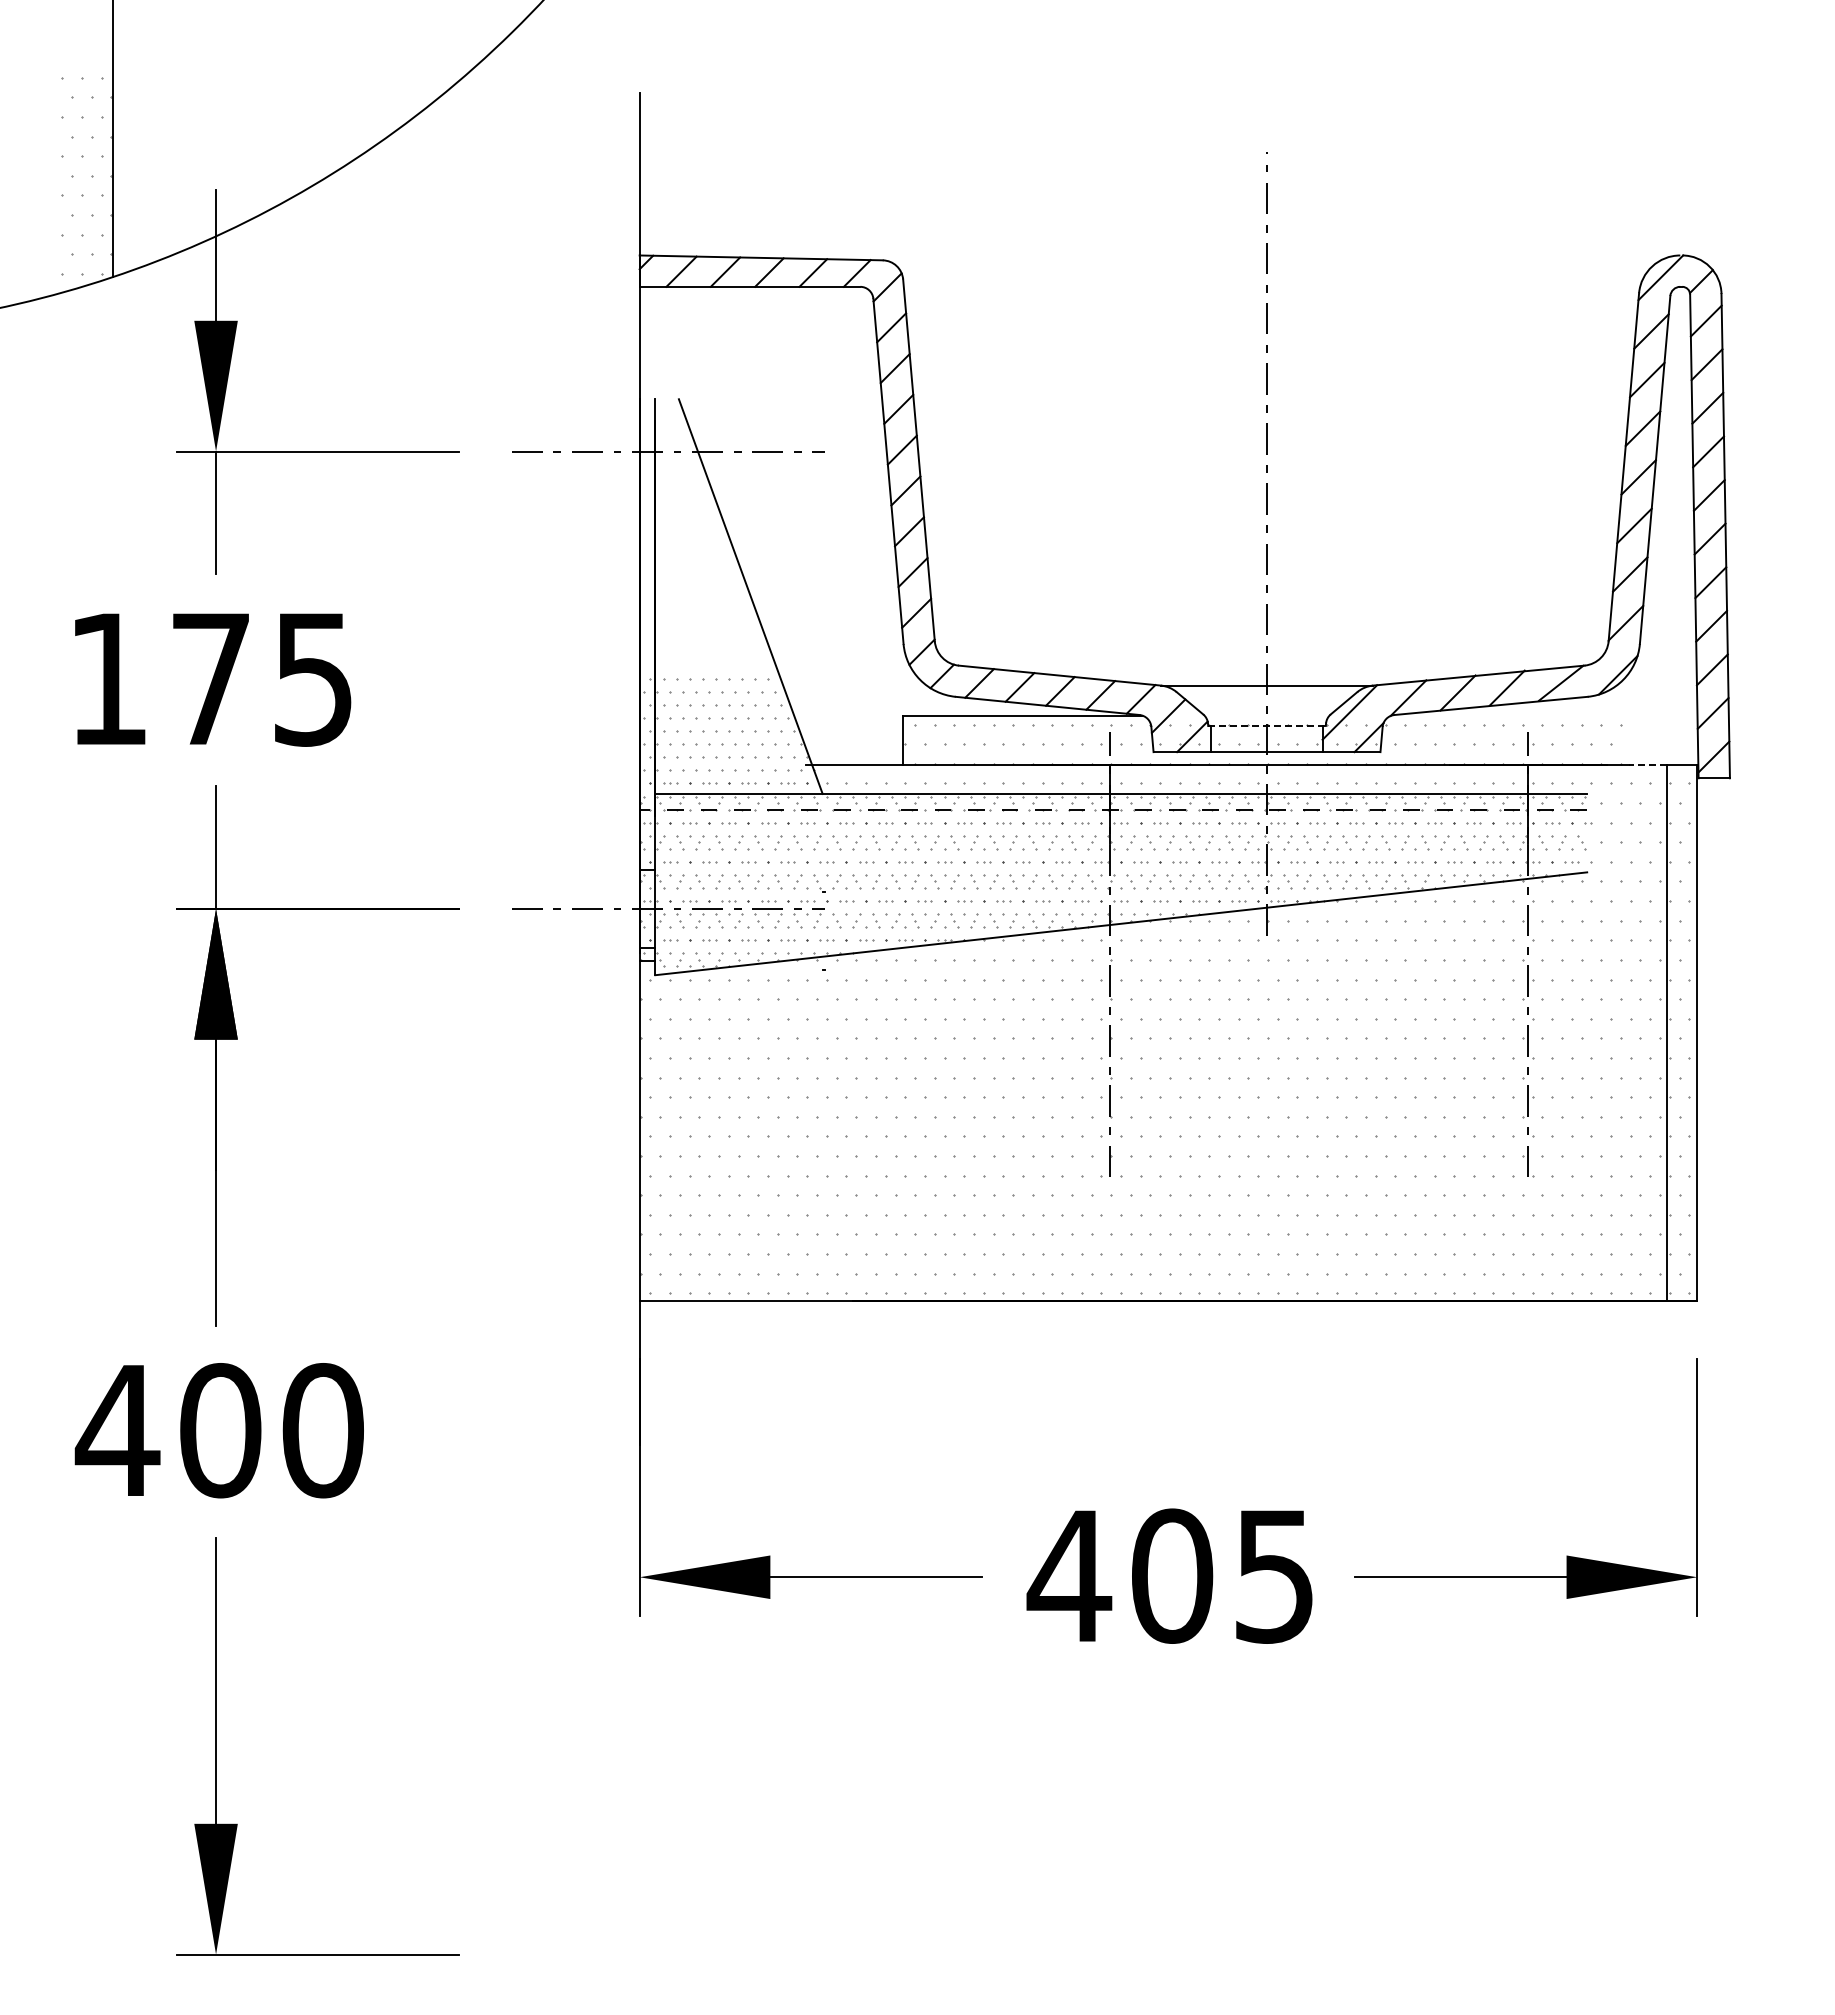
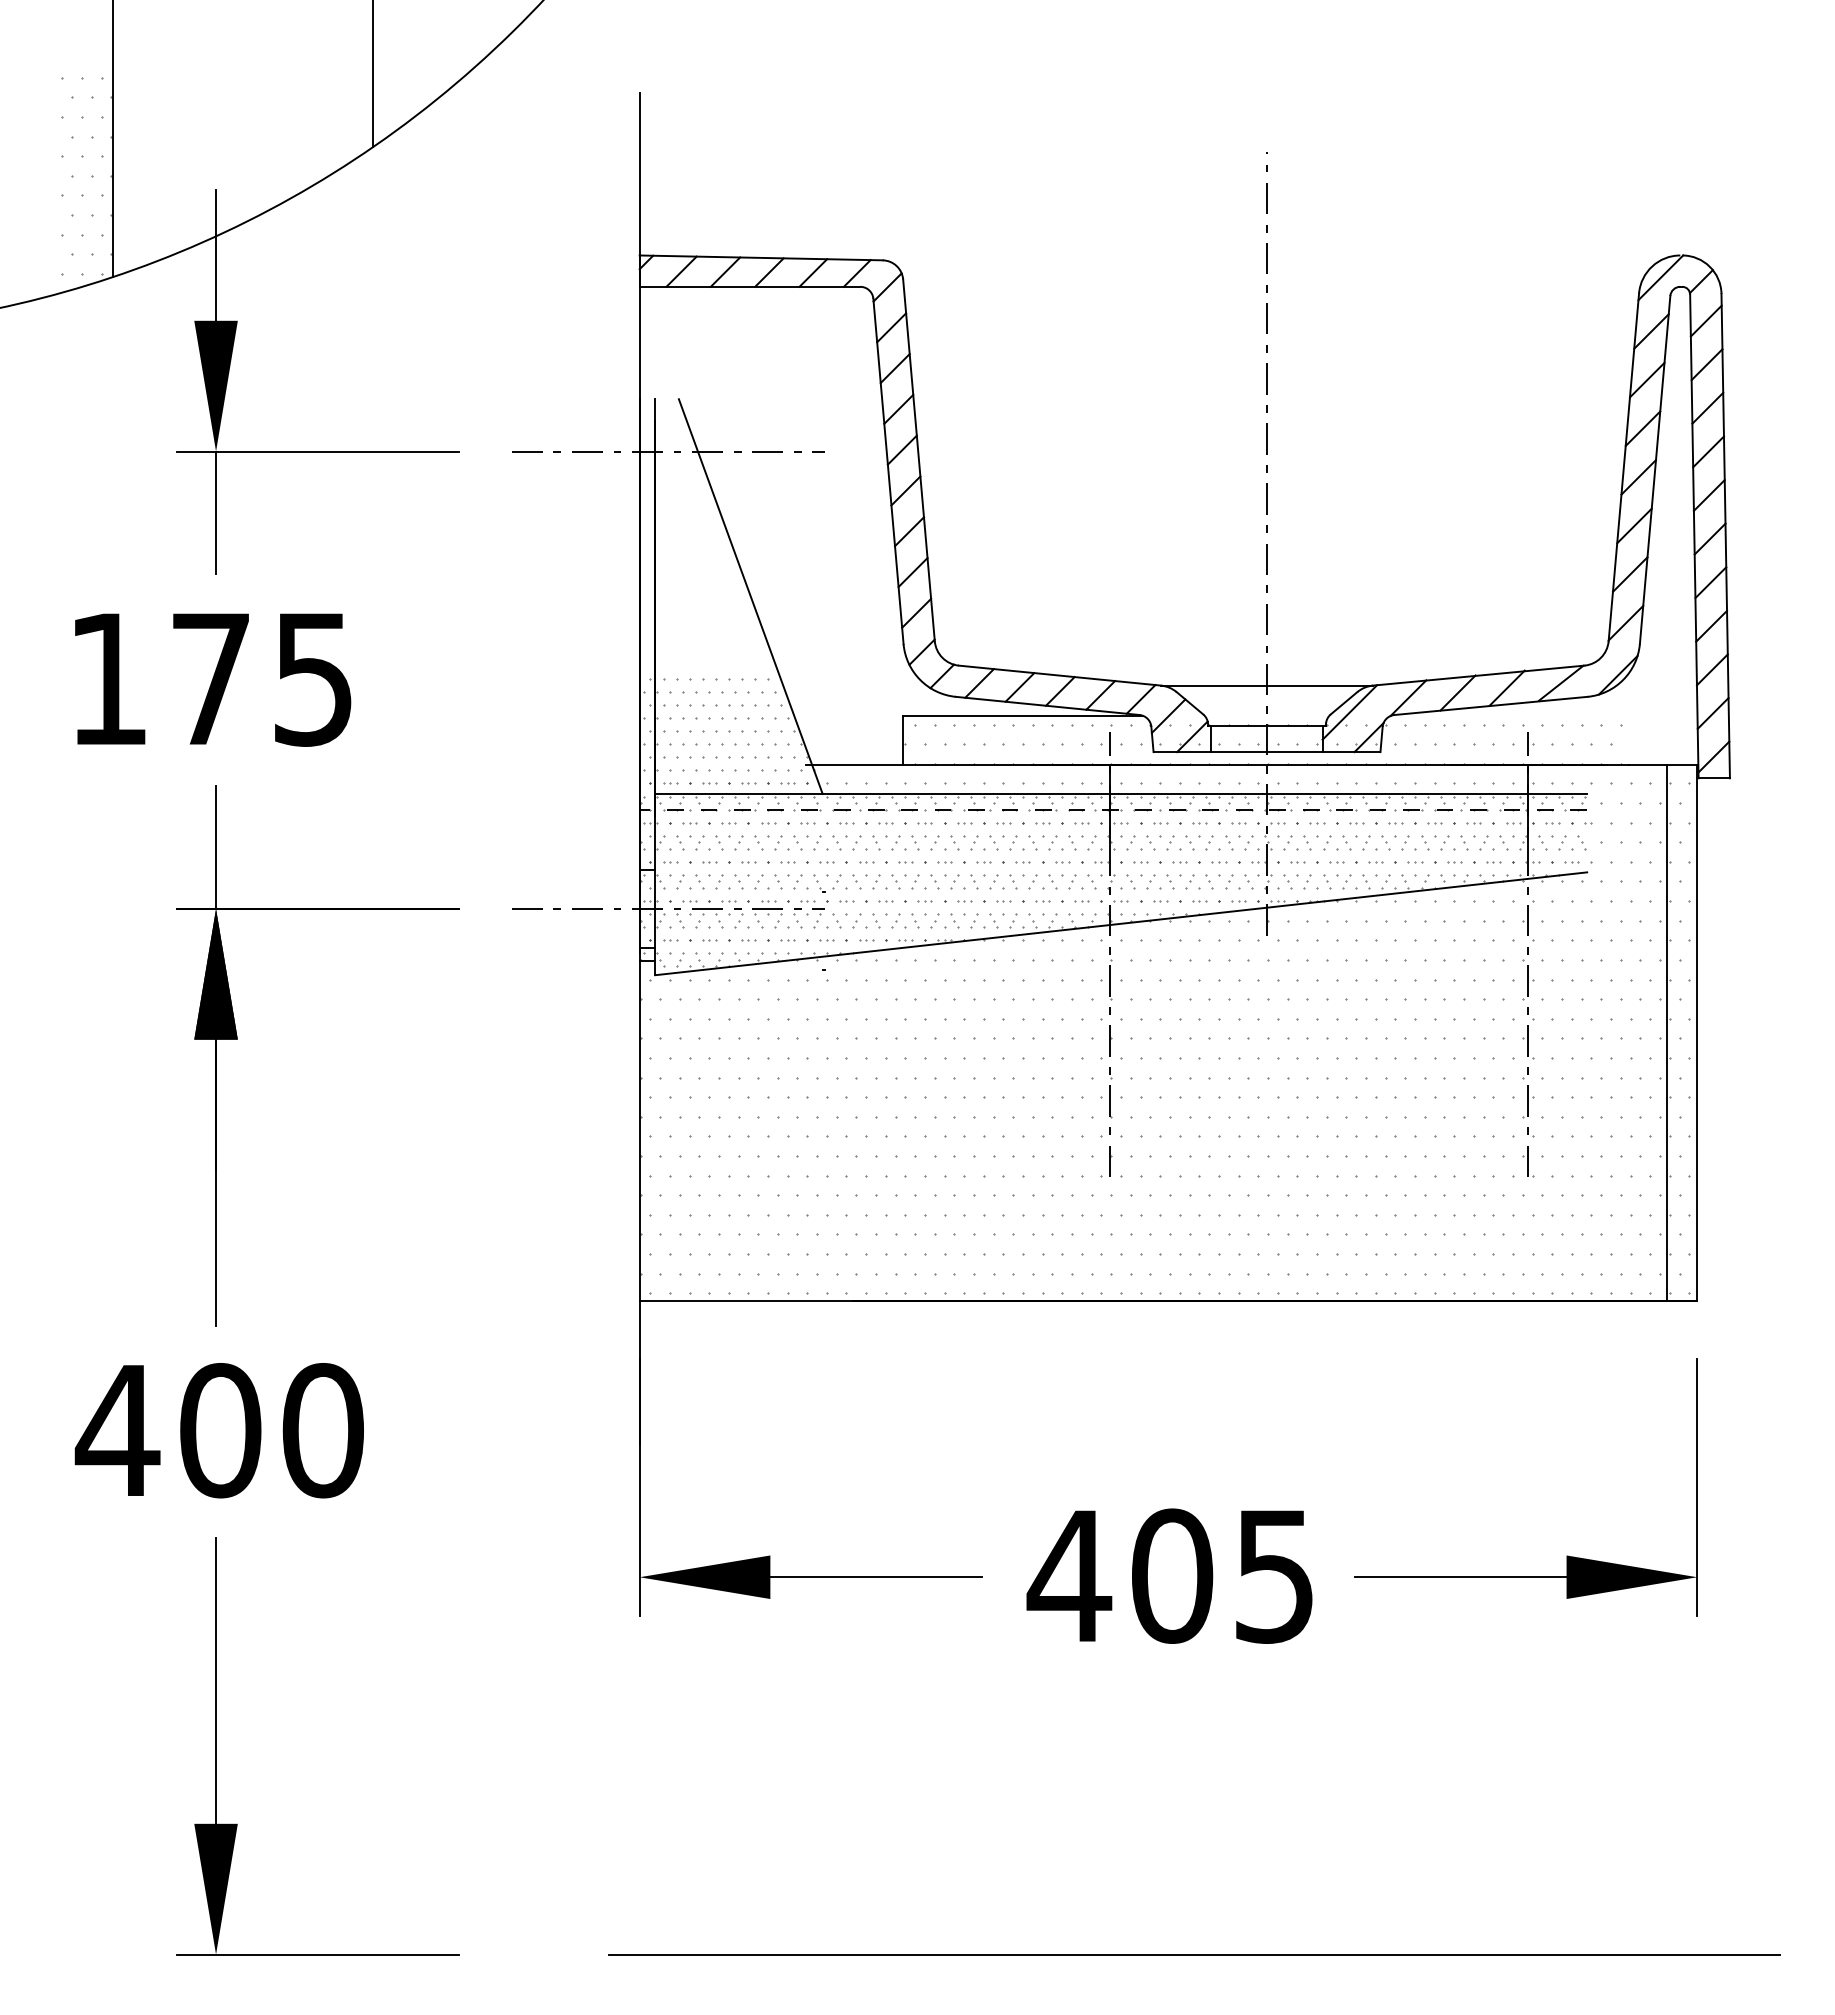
line at (372, 74): none -> present
line at (1267, 725): dashed -> solid
line at (1648, 765): dashed -> solid
line at (1194, 1954): none -> present
